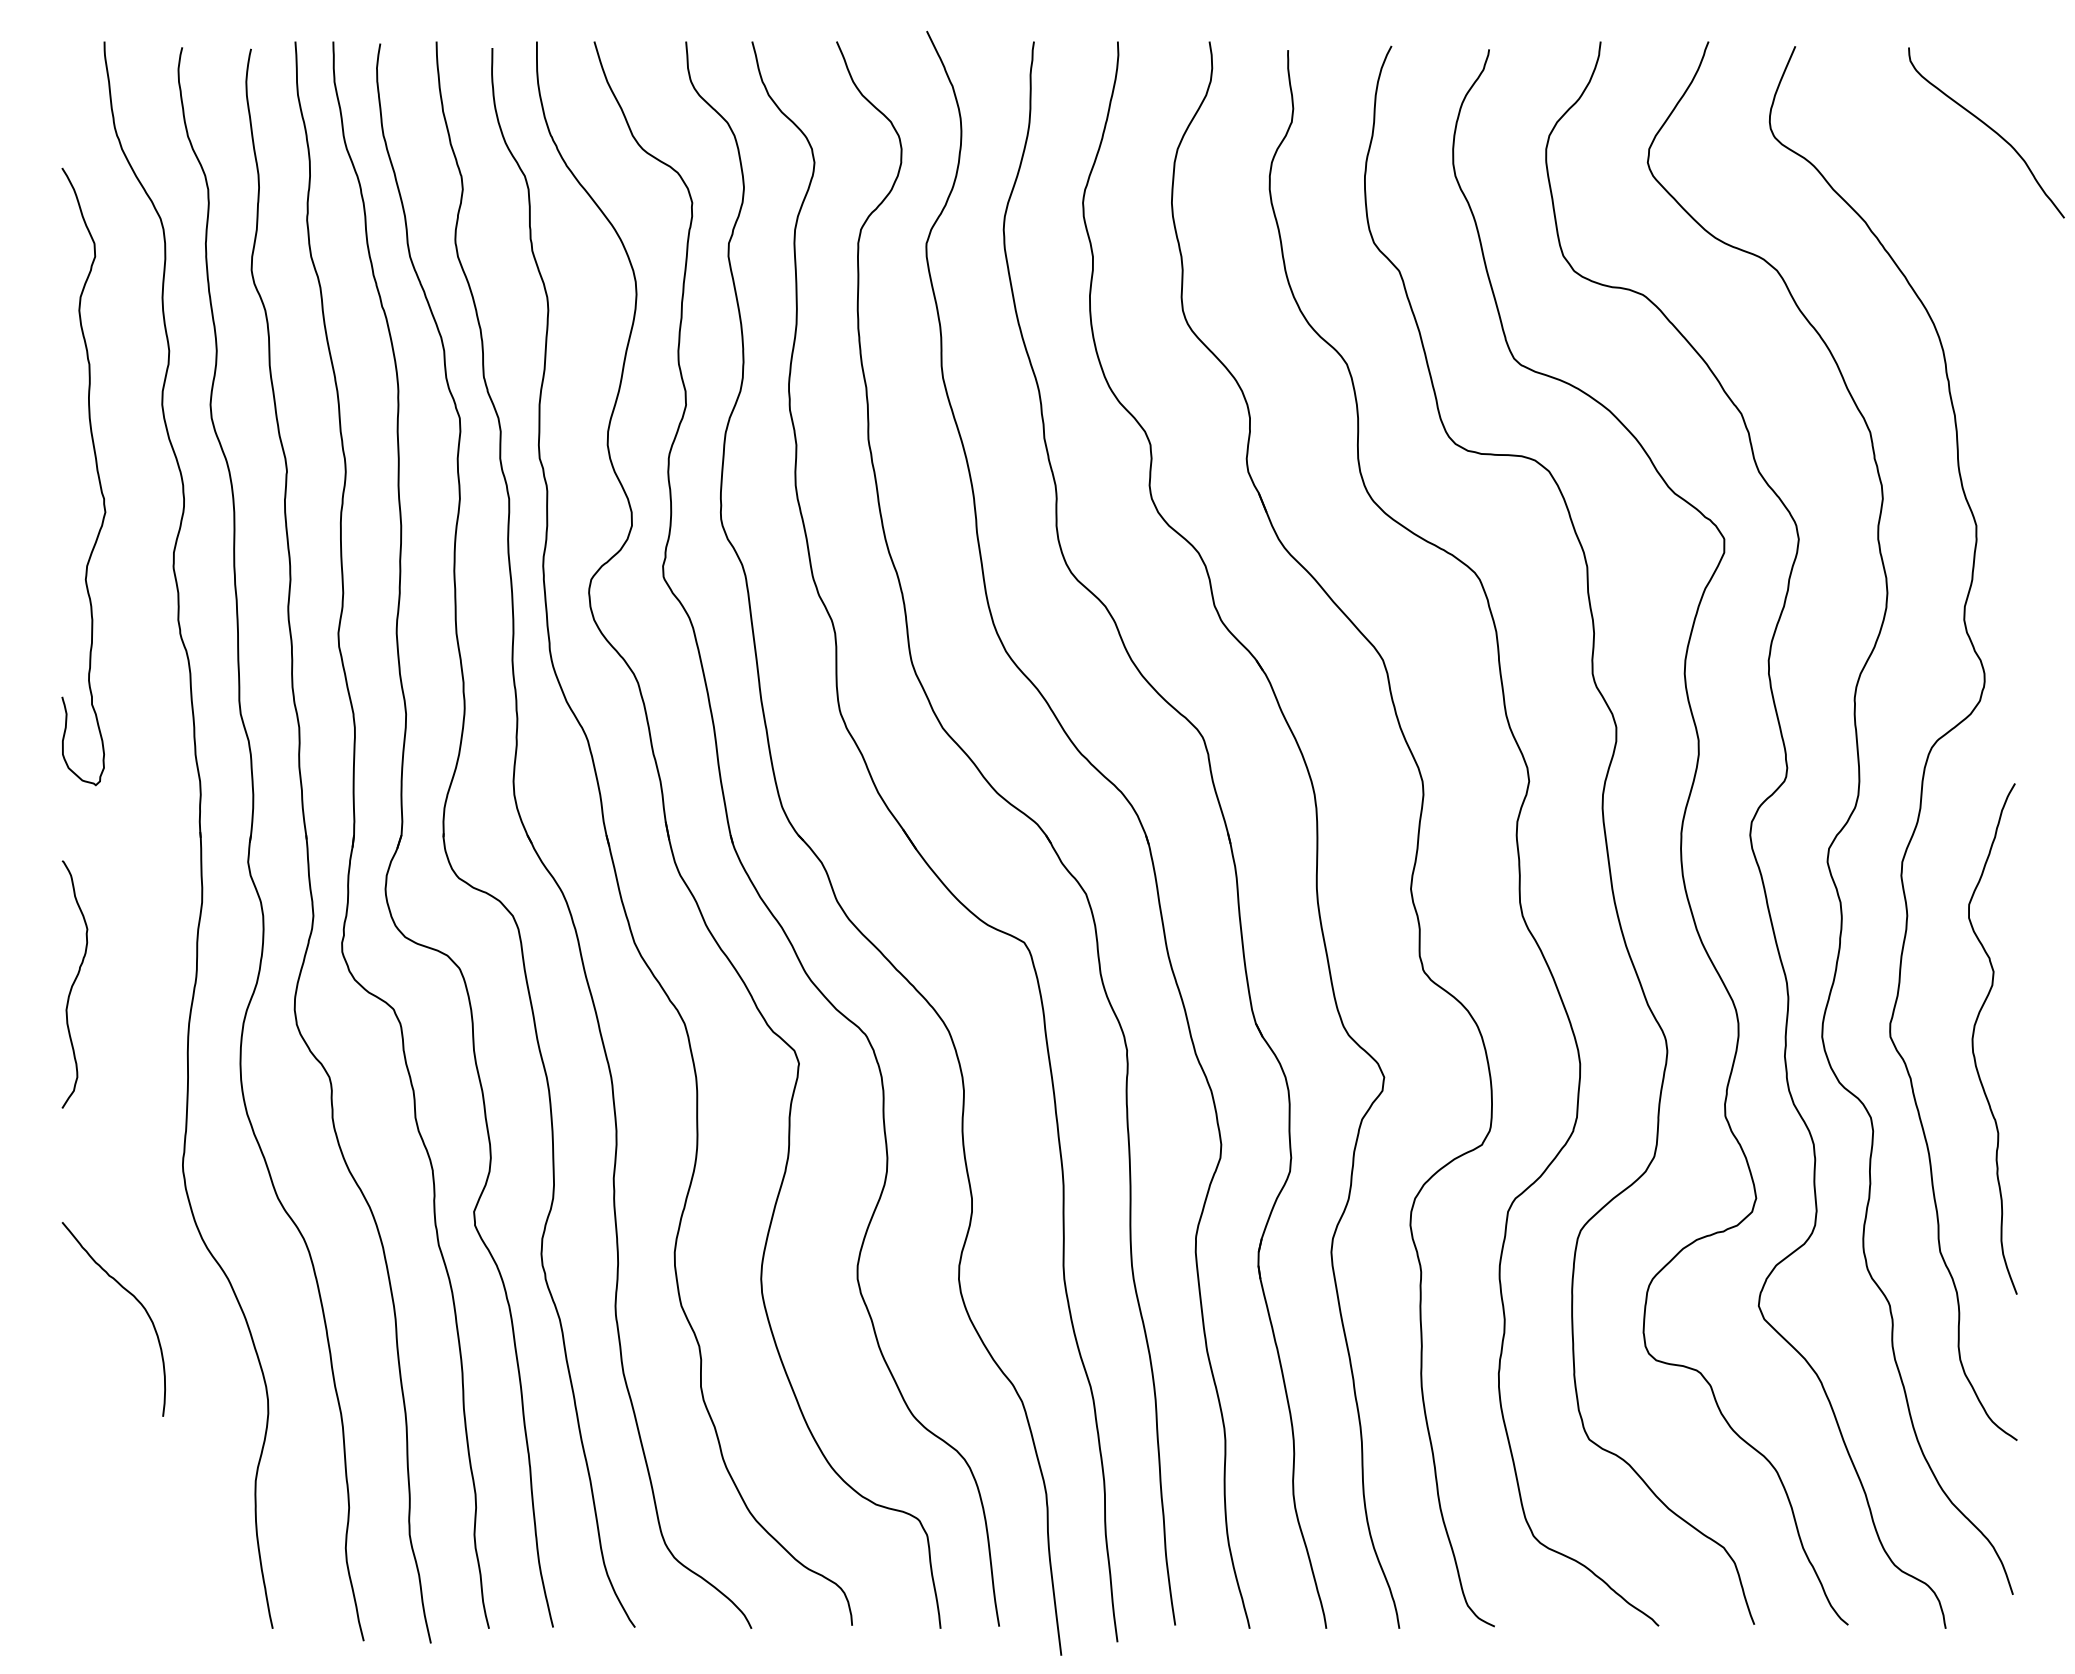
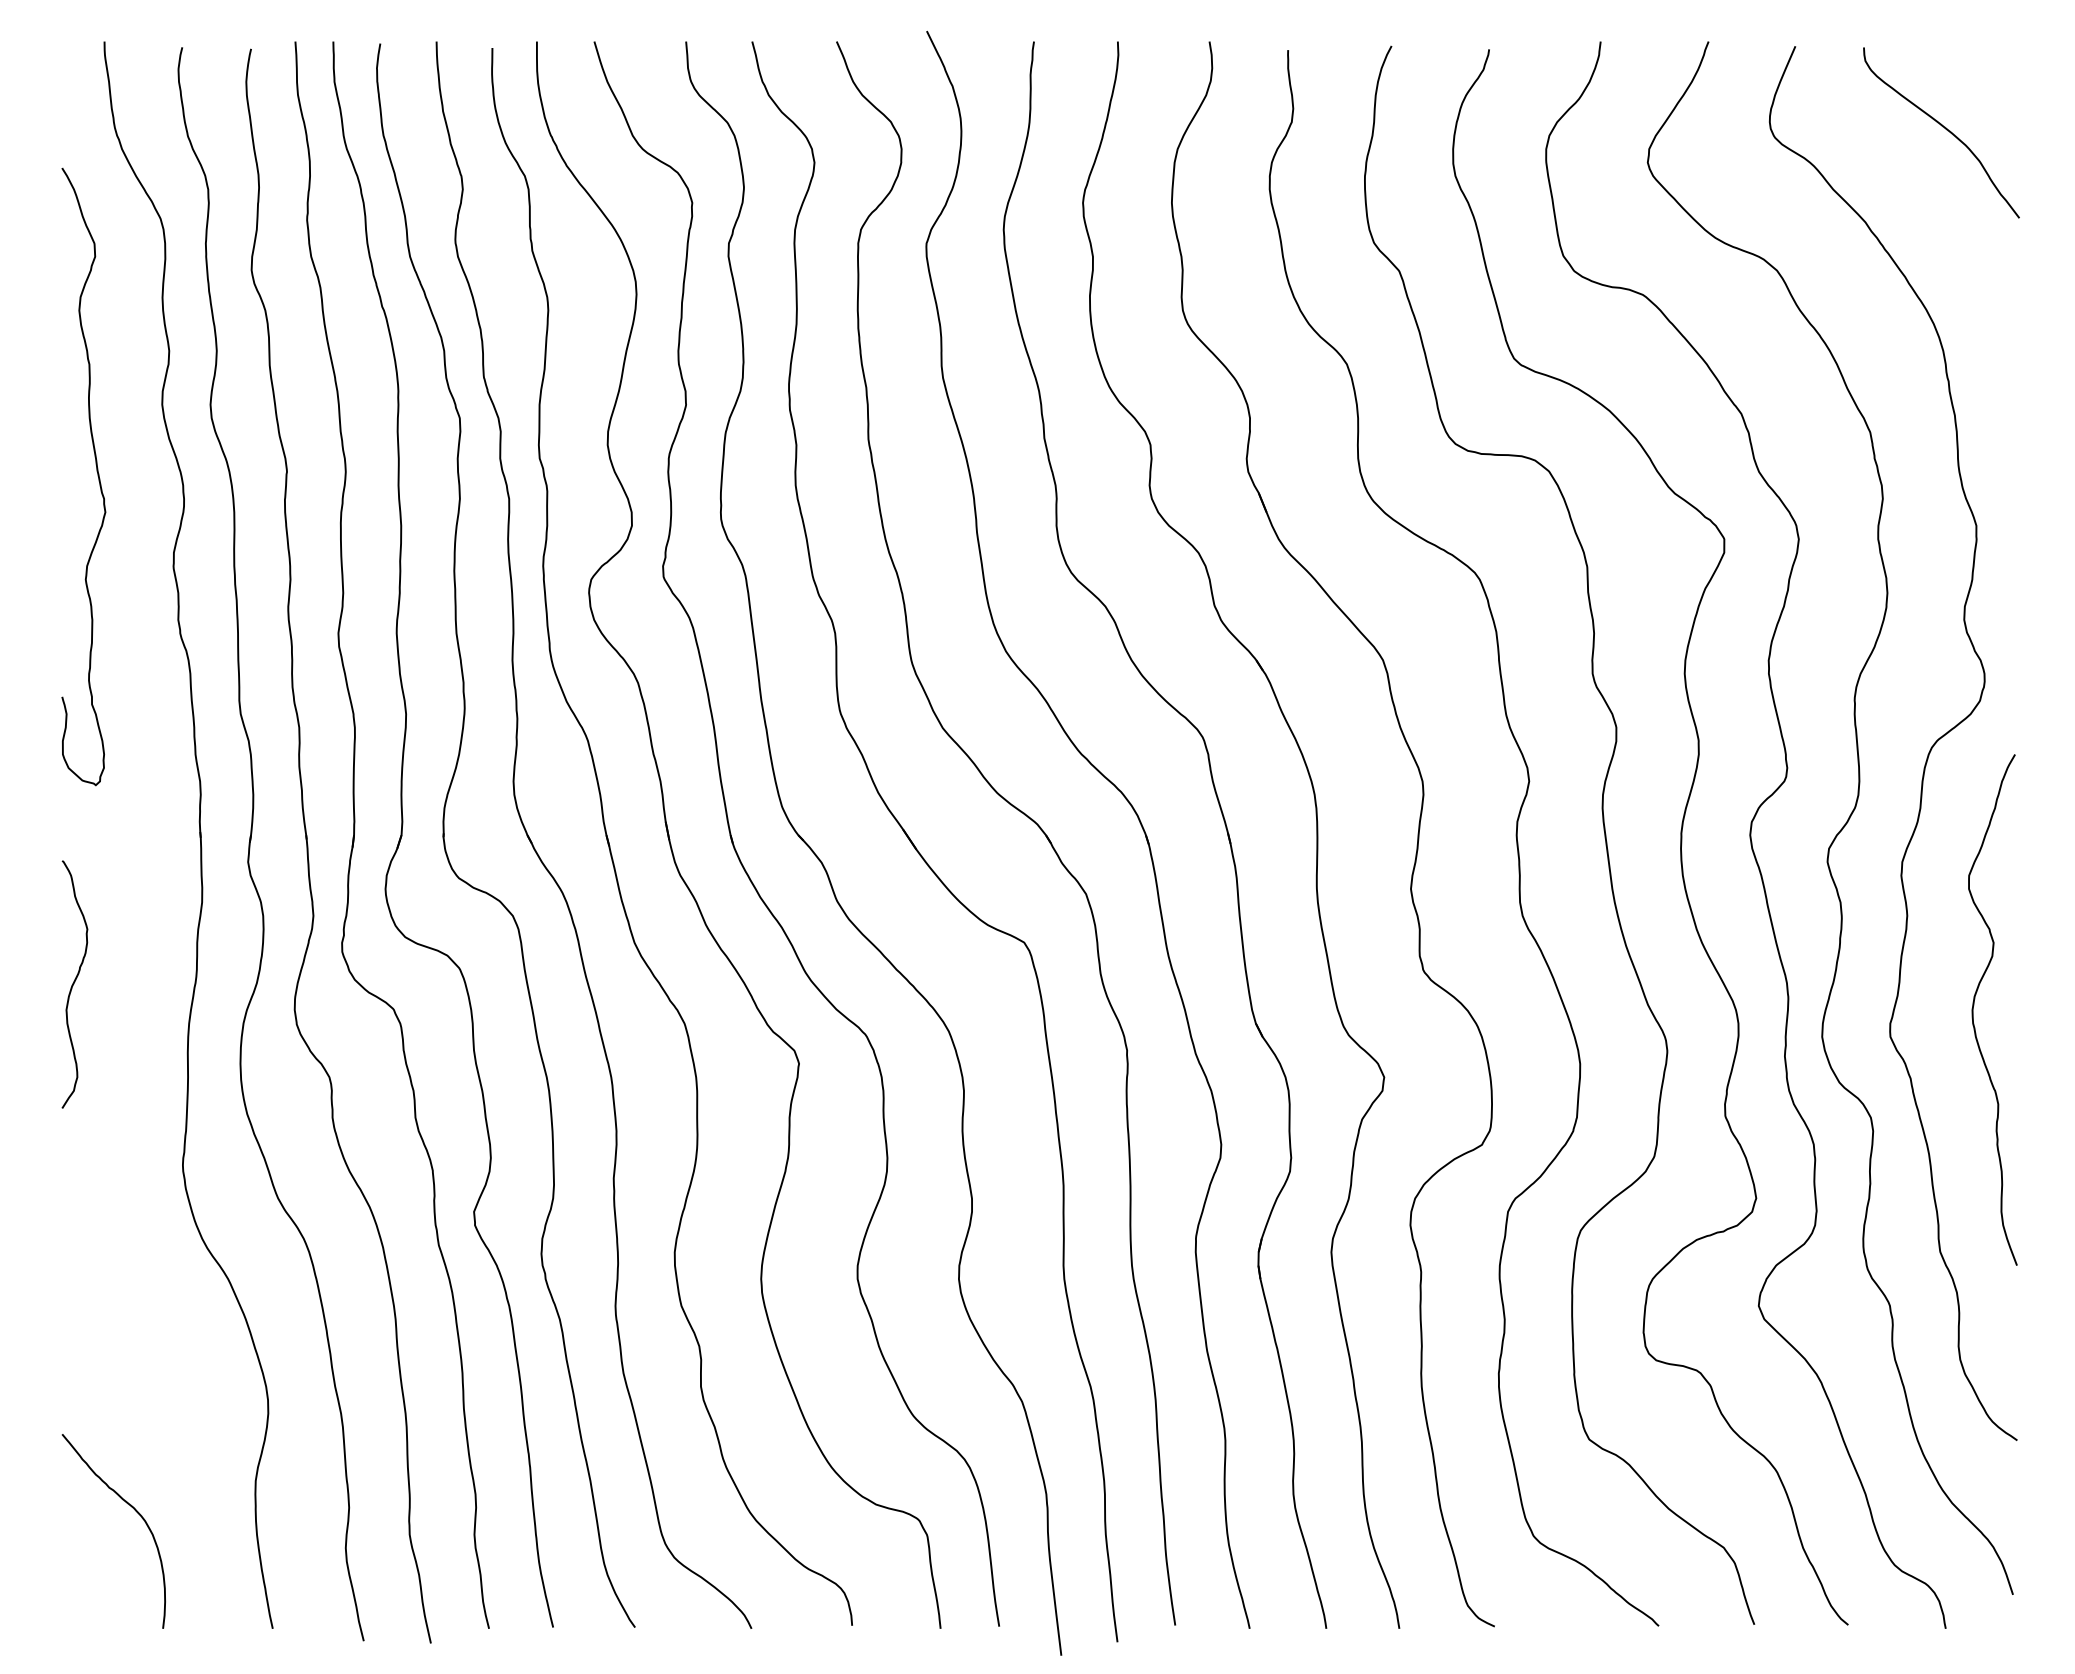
curve at (1989, 128) position: (1989, 128) -> (1944, 128)
curve at (1974, 1034) position: (1974, 1034) -> (1974, 1005)
curve at (134, 1298) position: (134, 1298) -> (134, 1510)
